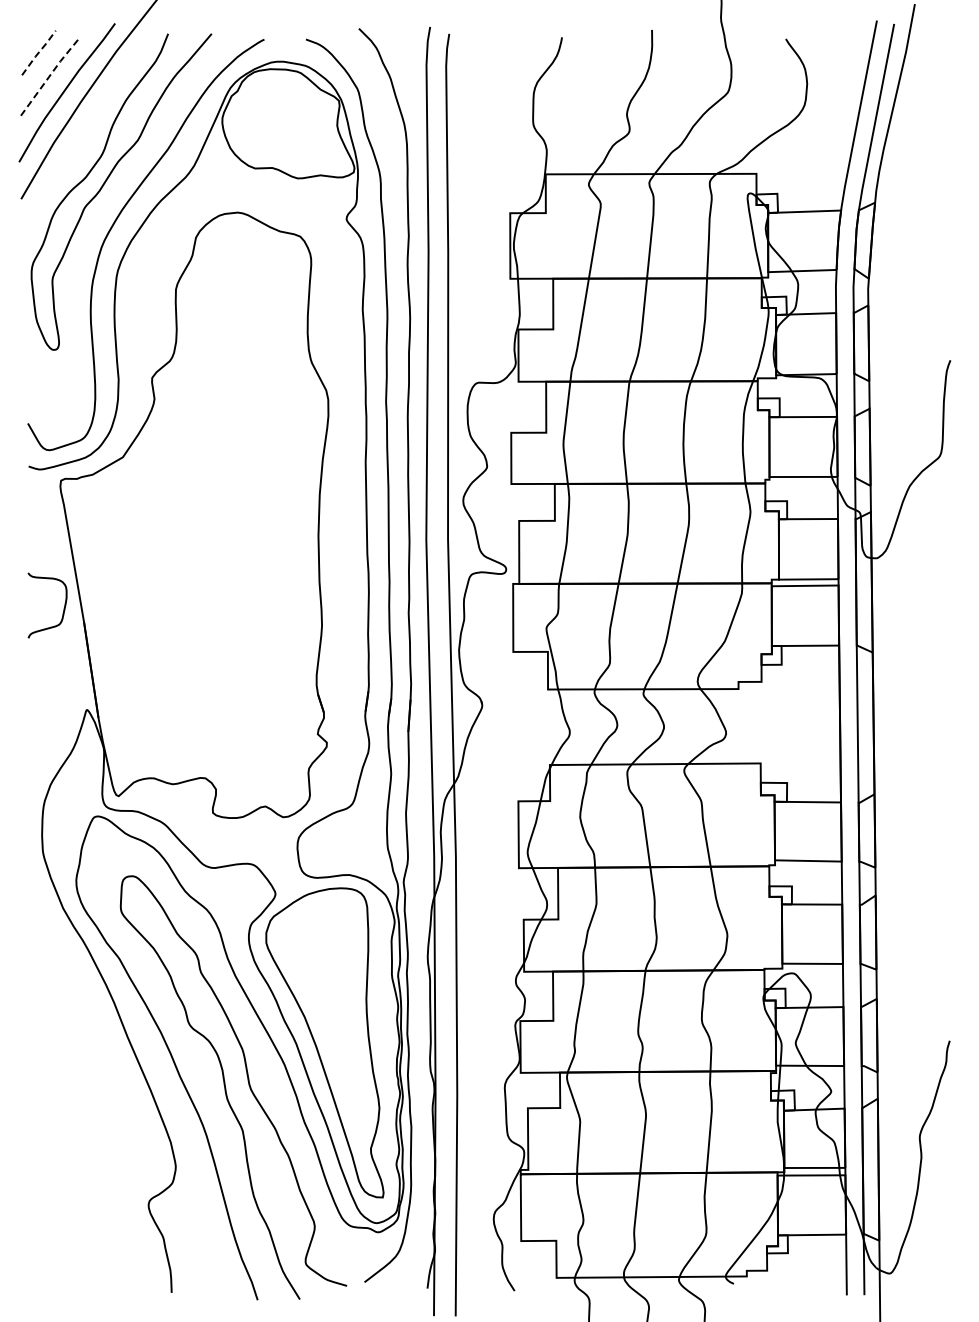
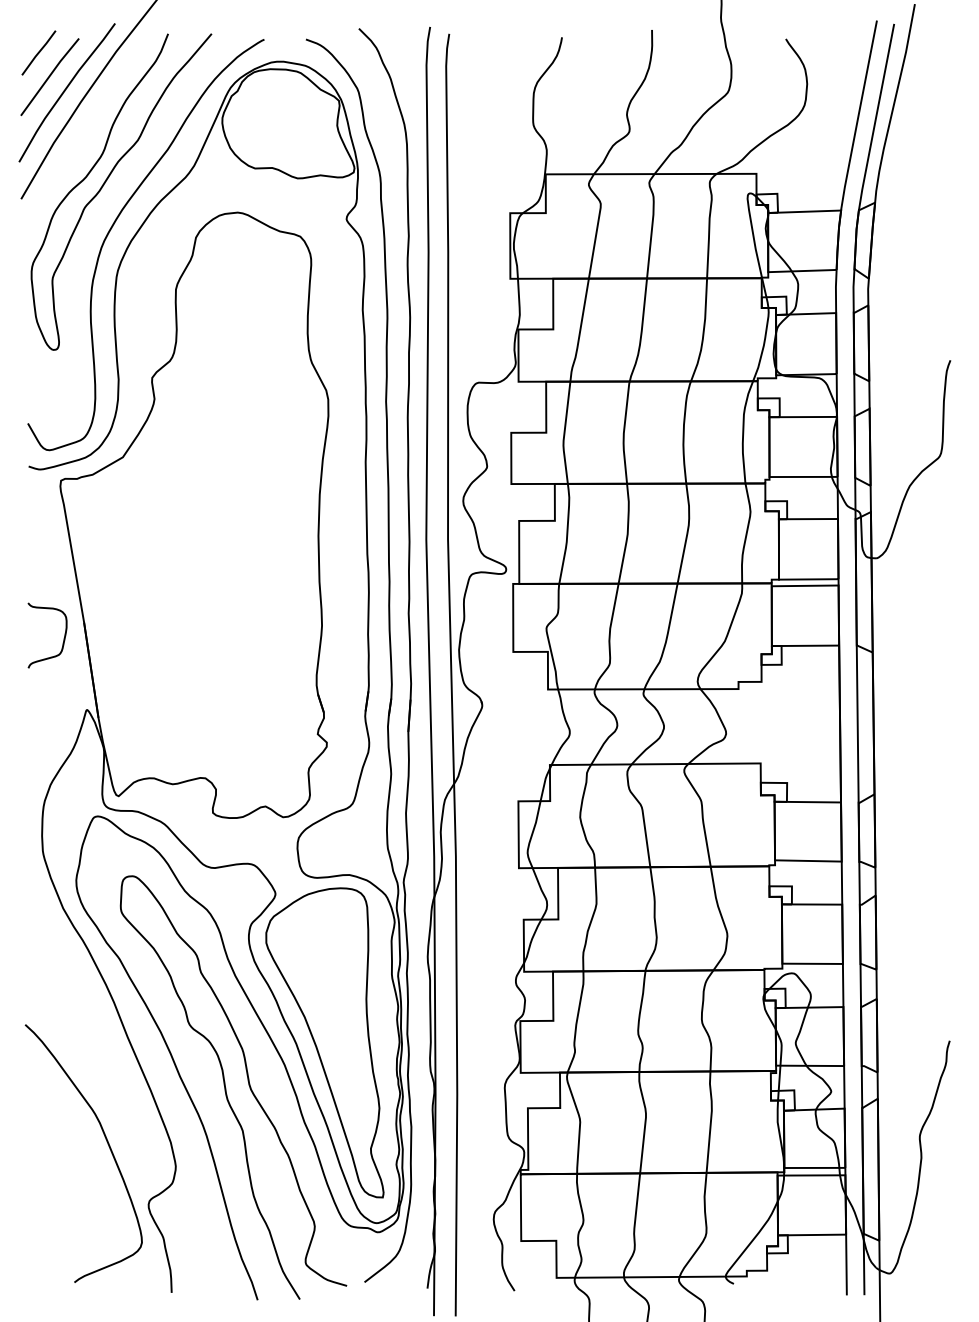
line at (39, 52): dashed -> solid
line at (49, 75): dashed -> solid
curve at (63, 608) position: (63, 608) -> (63, 638)
curve at (107, 1144): none -> present
